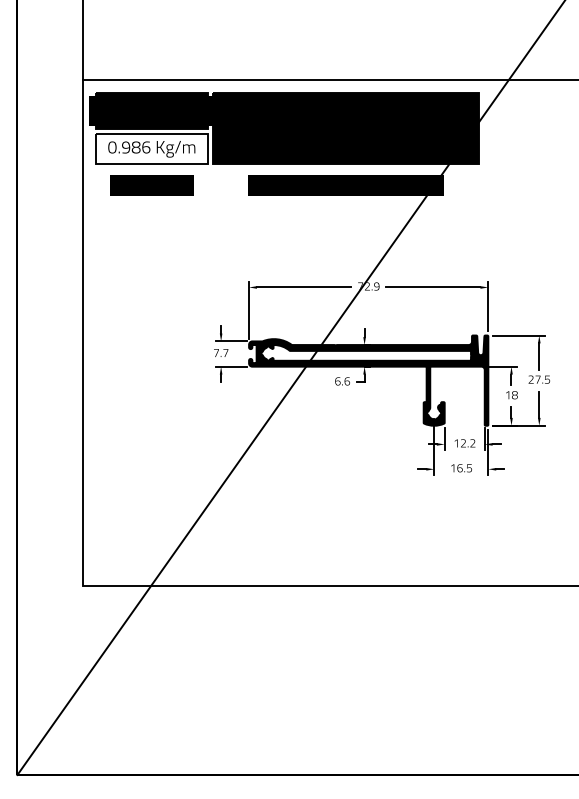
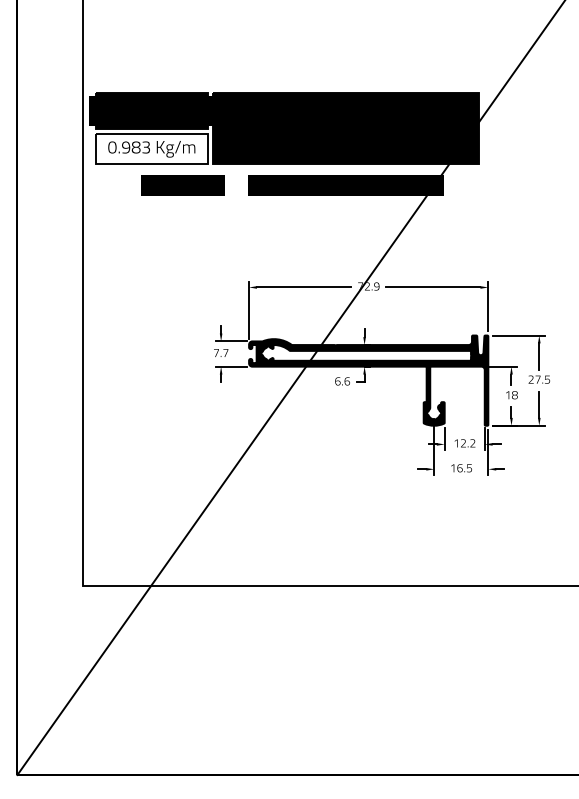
line at (329, 79): present -> none
text at (146, 147): 0.986 -> 0.983
text at (151, 185) position: (151, 185) -> (182, 185)
